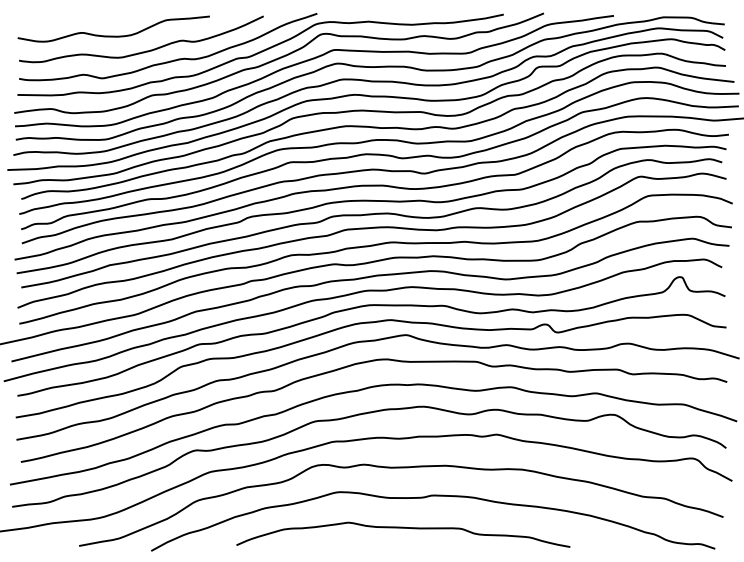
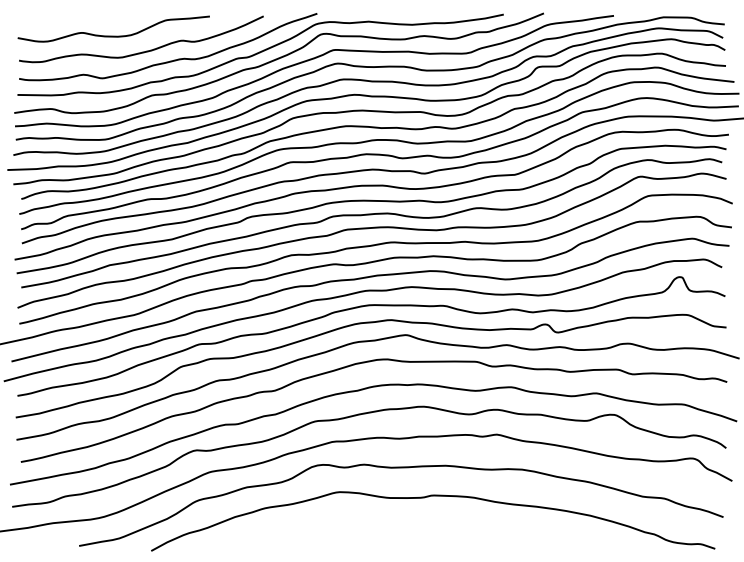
curve at (403, 528): present -> none
